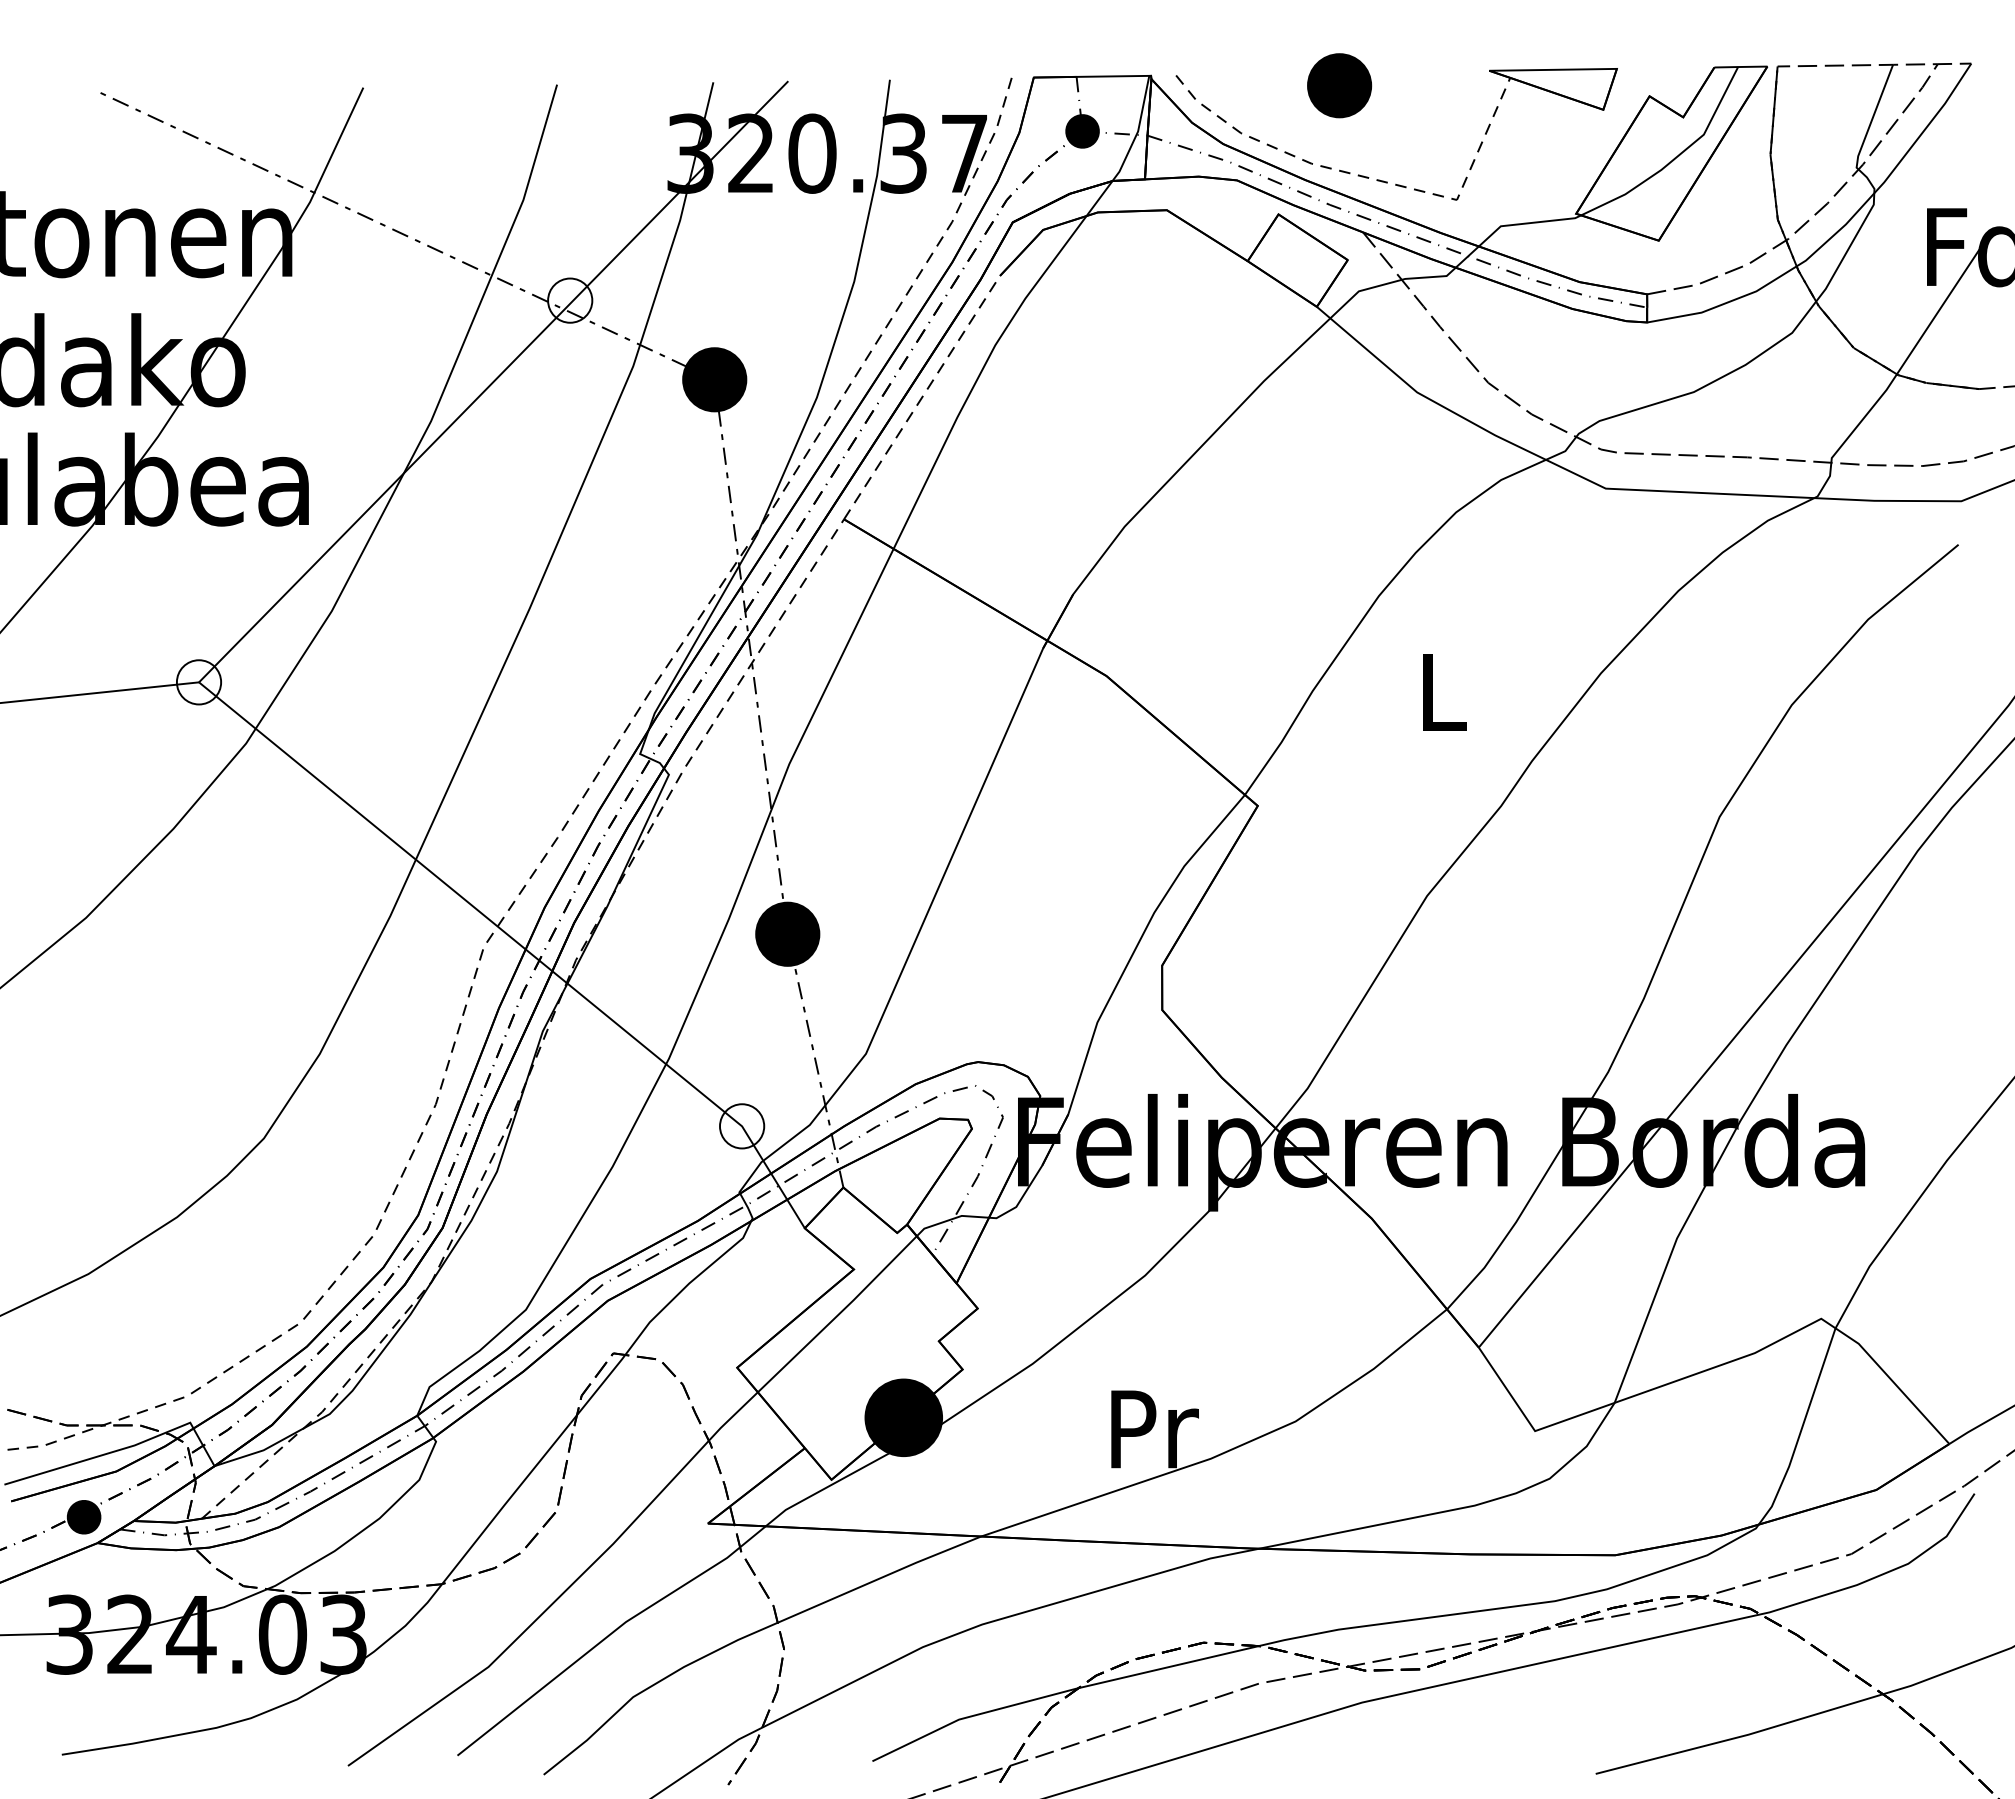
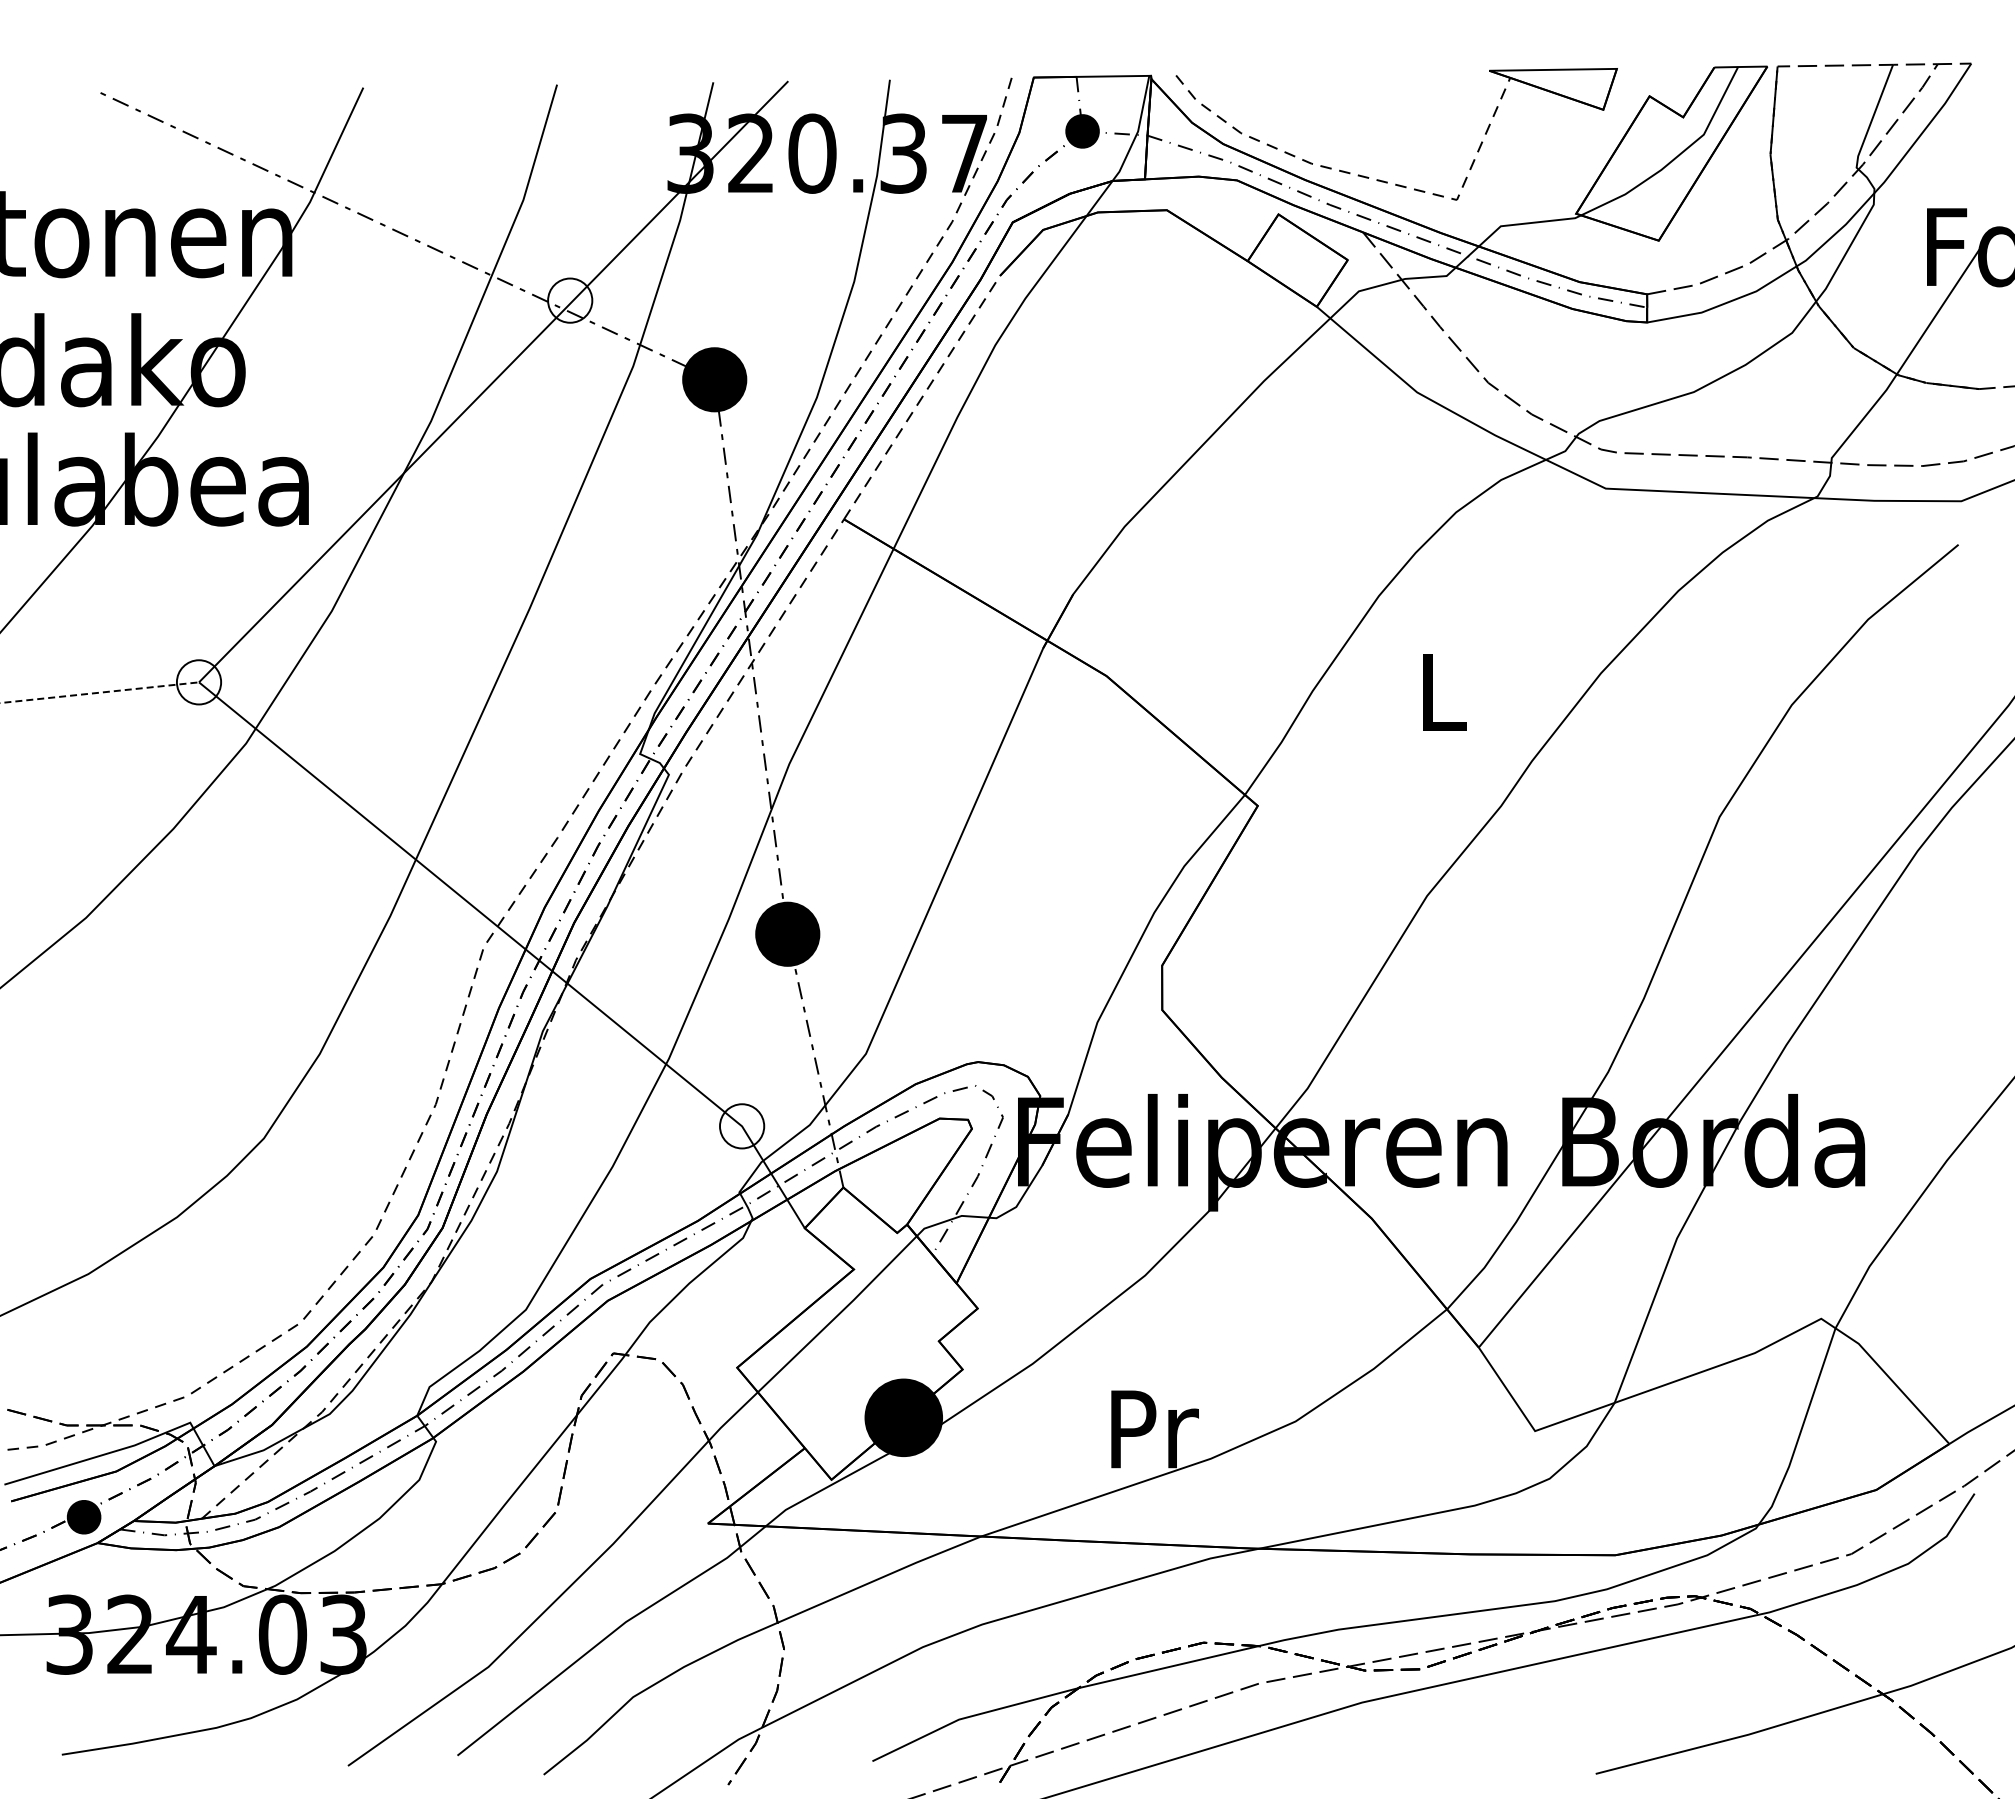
part at (1339, 85): present -> none
line at (99, 692): solid -> dashed
